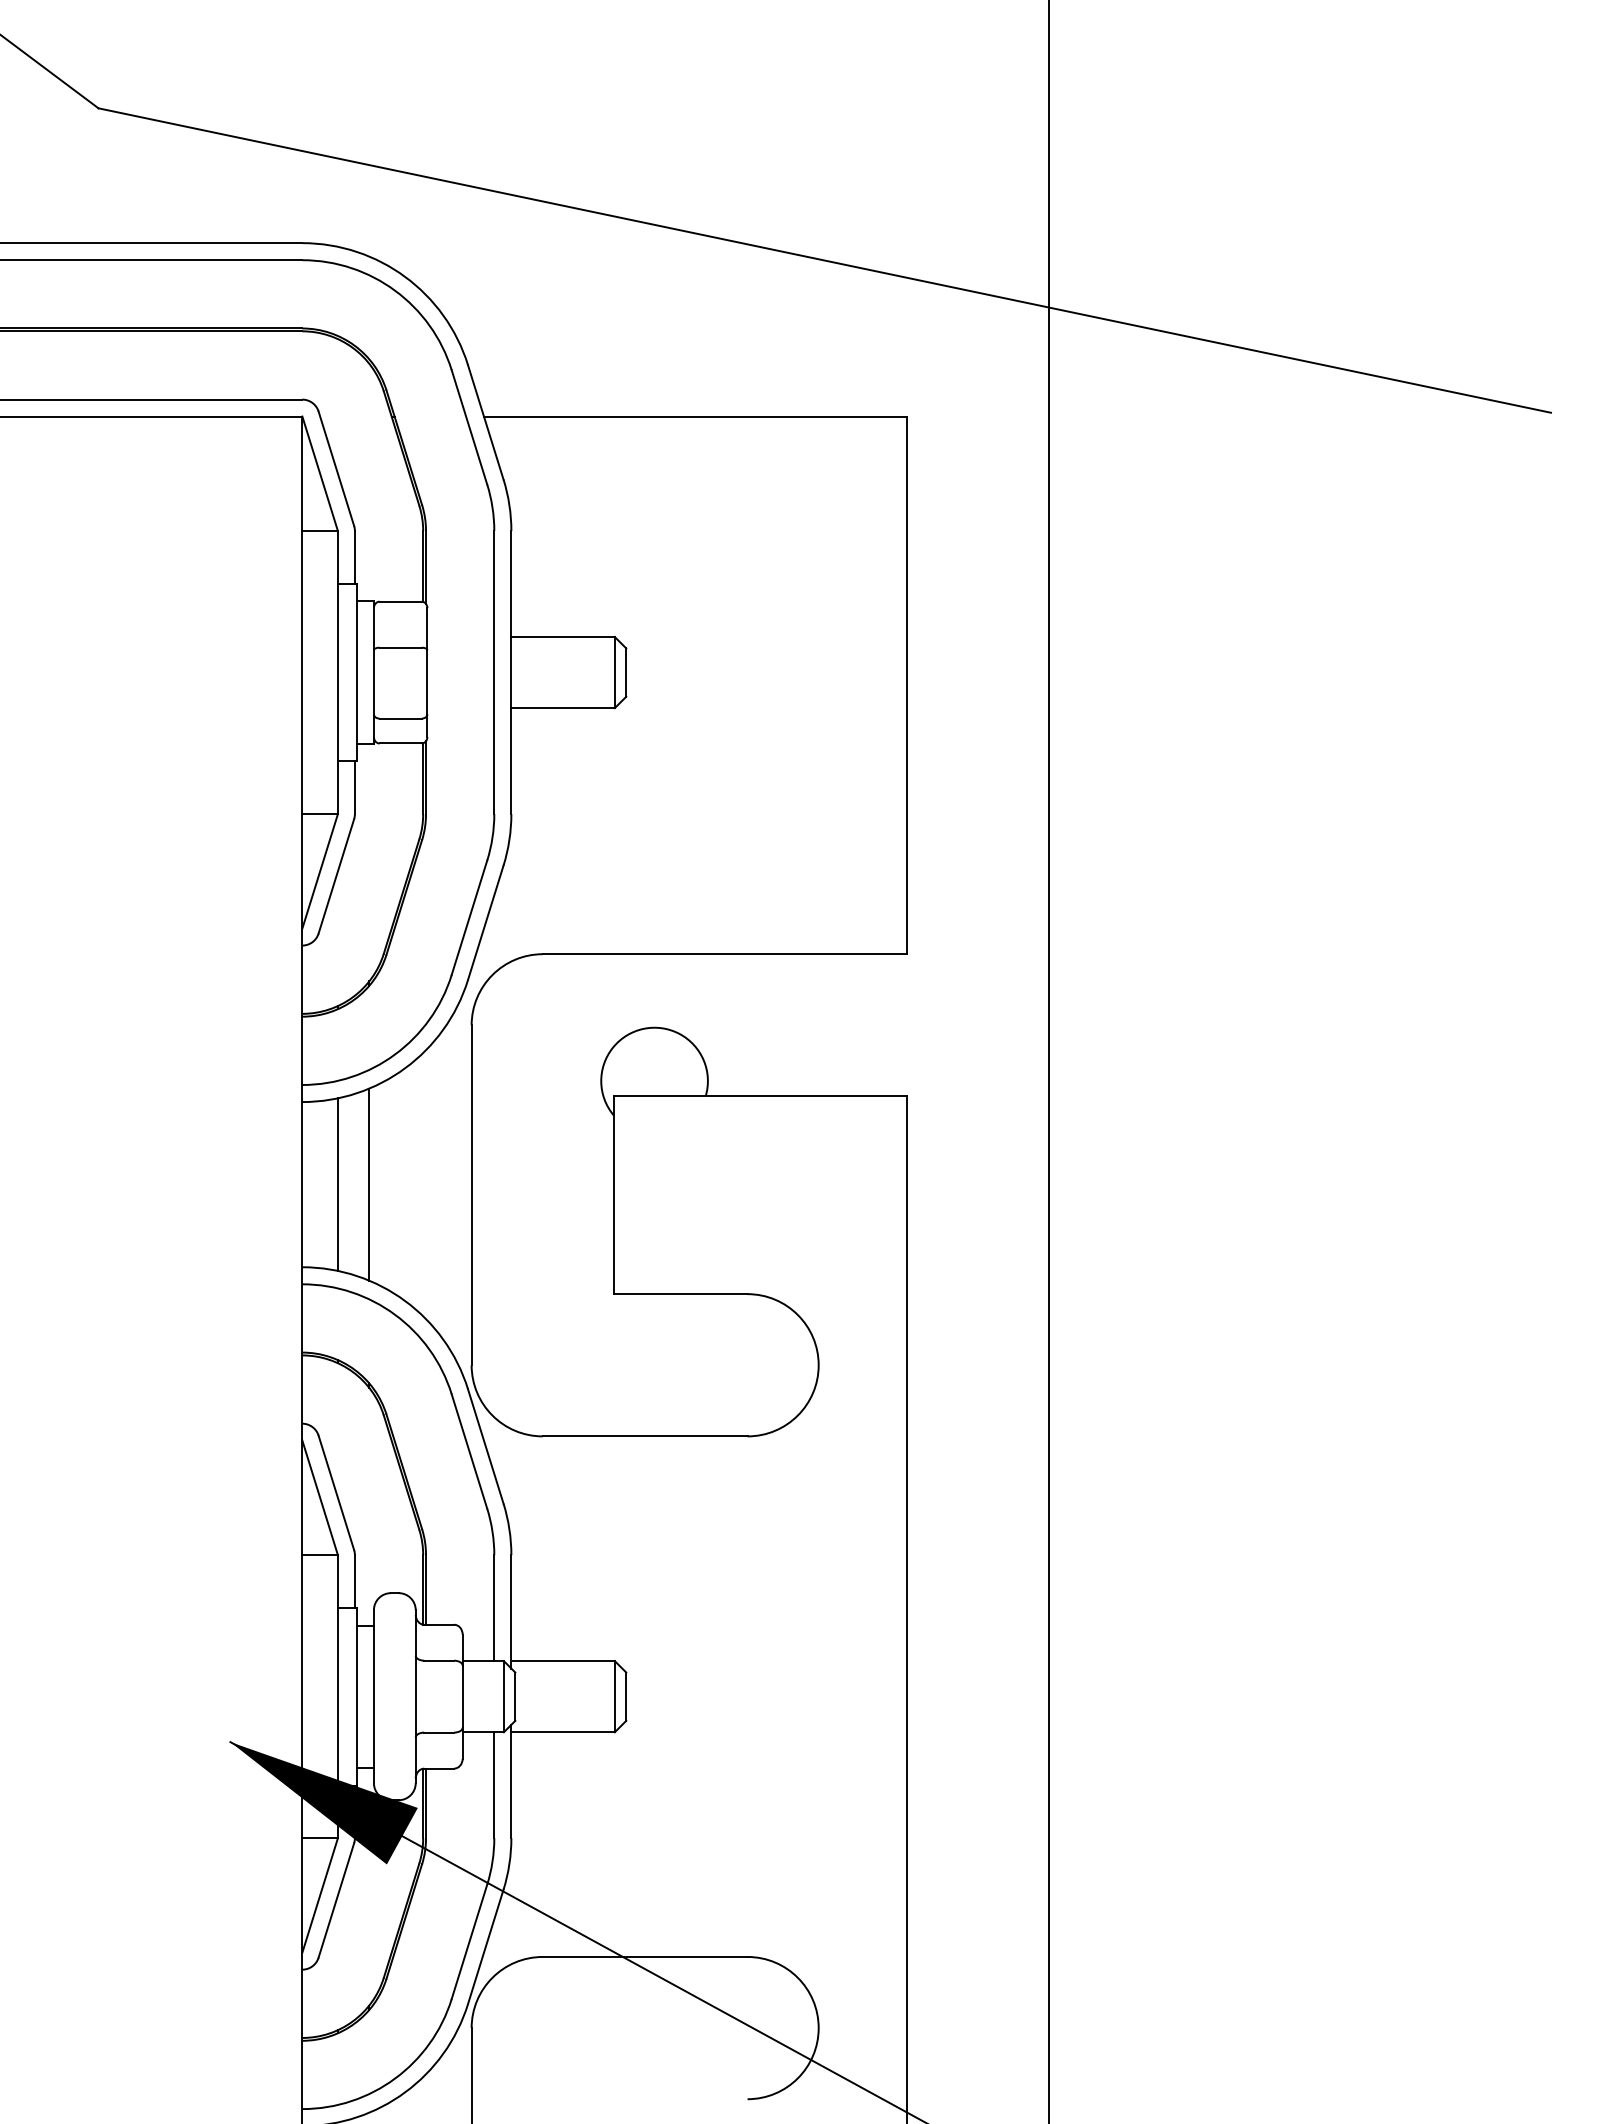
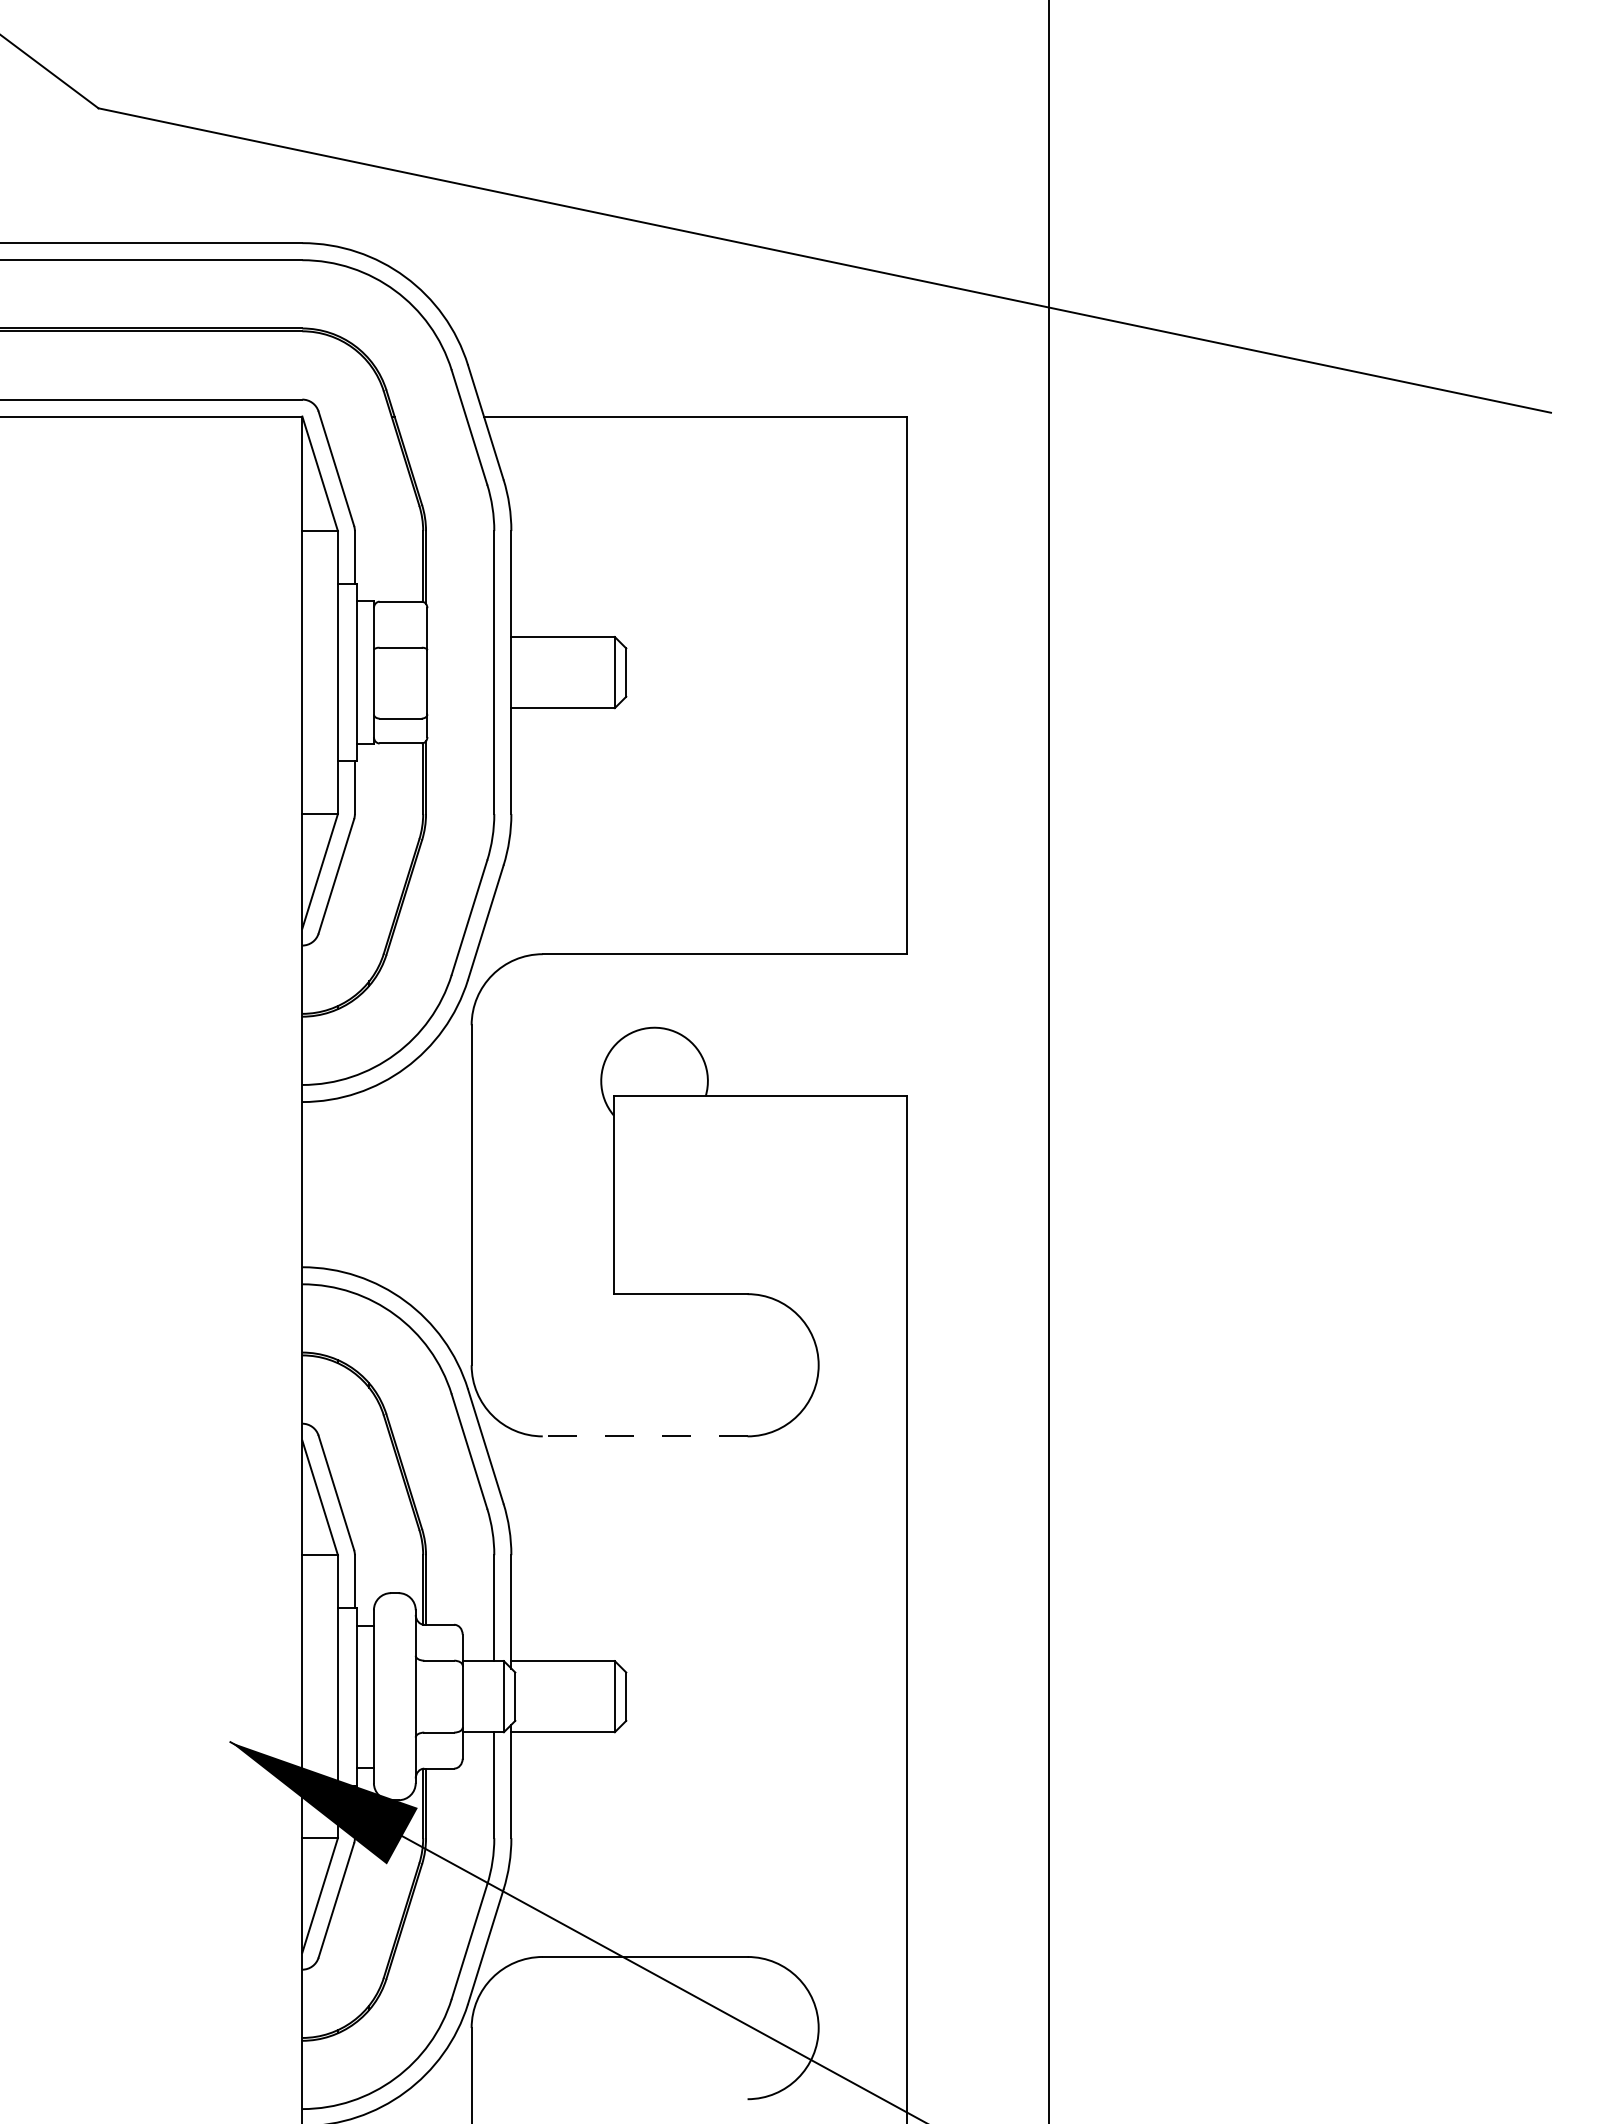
line at (337, 1184): present -> none
line at (369, 1184): present -> none
line at (644, 1436): solid -> dashed
